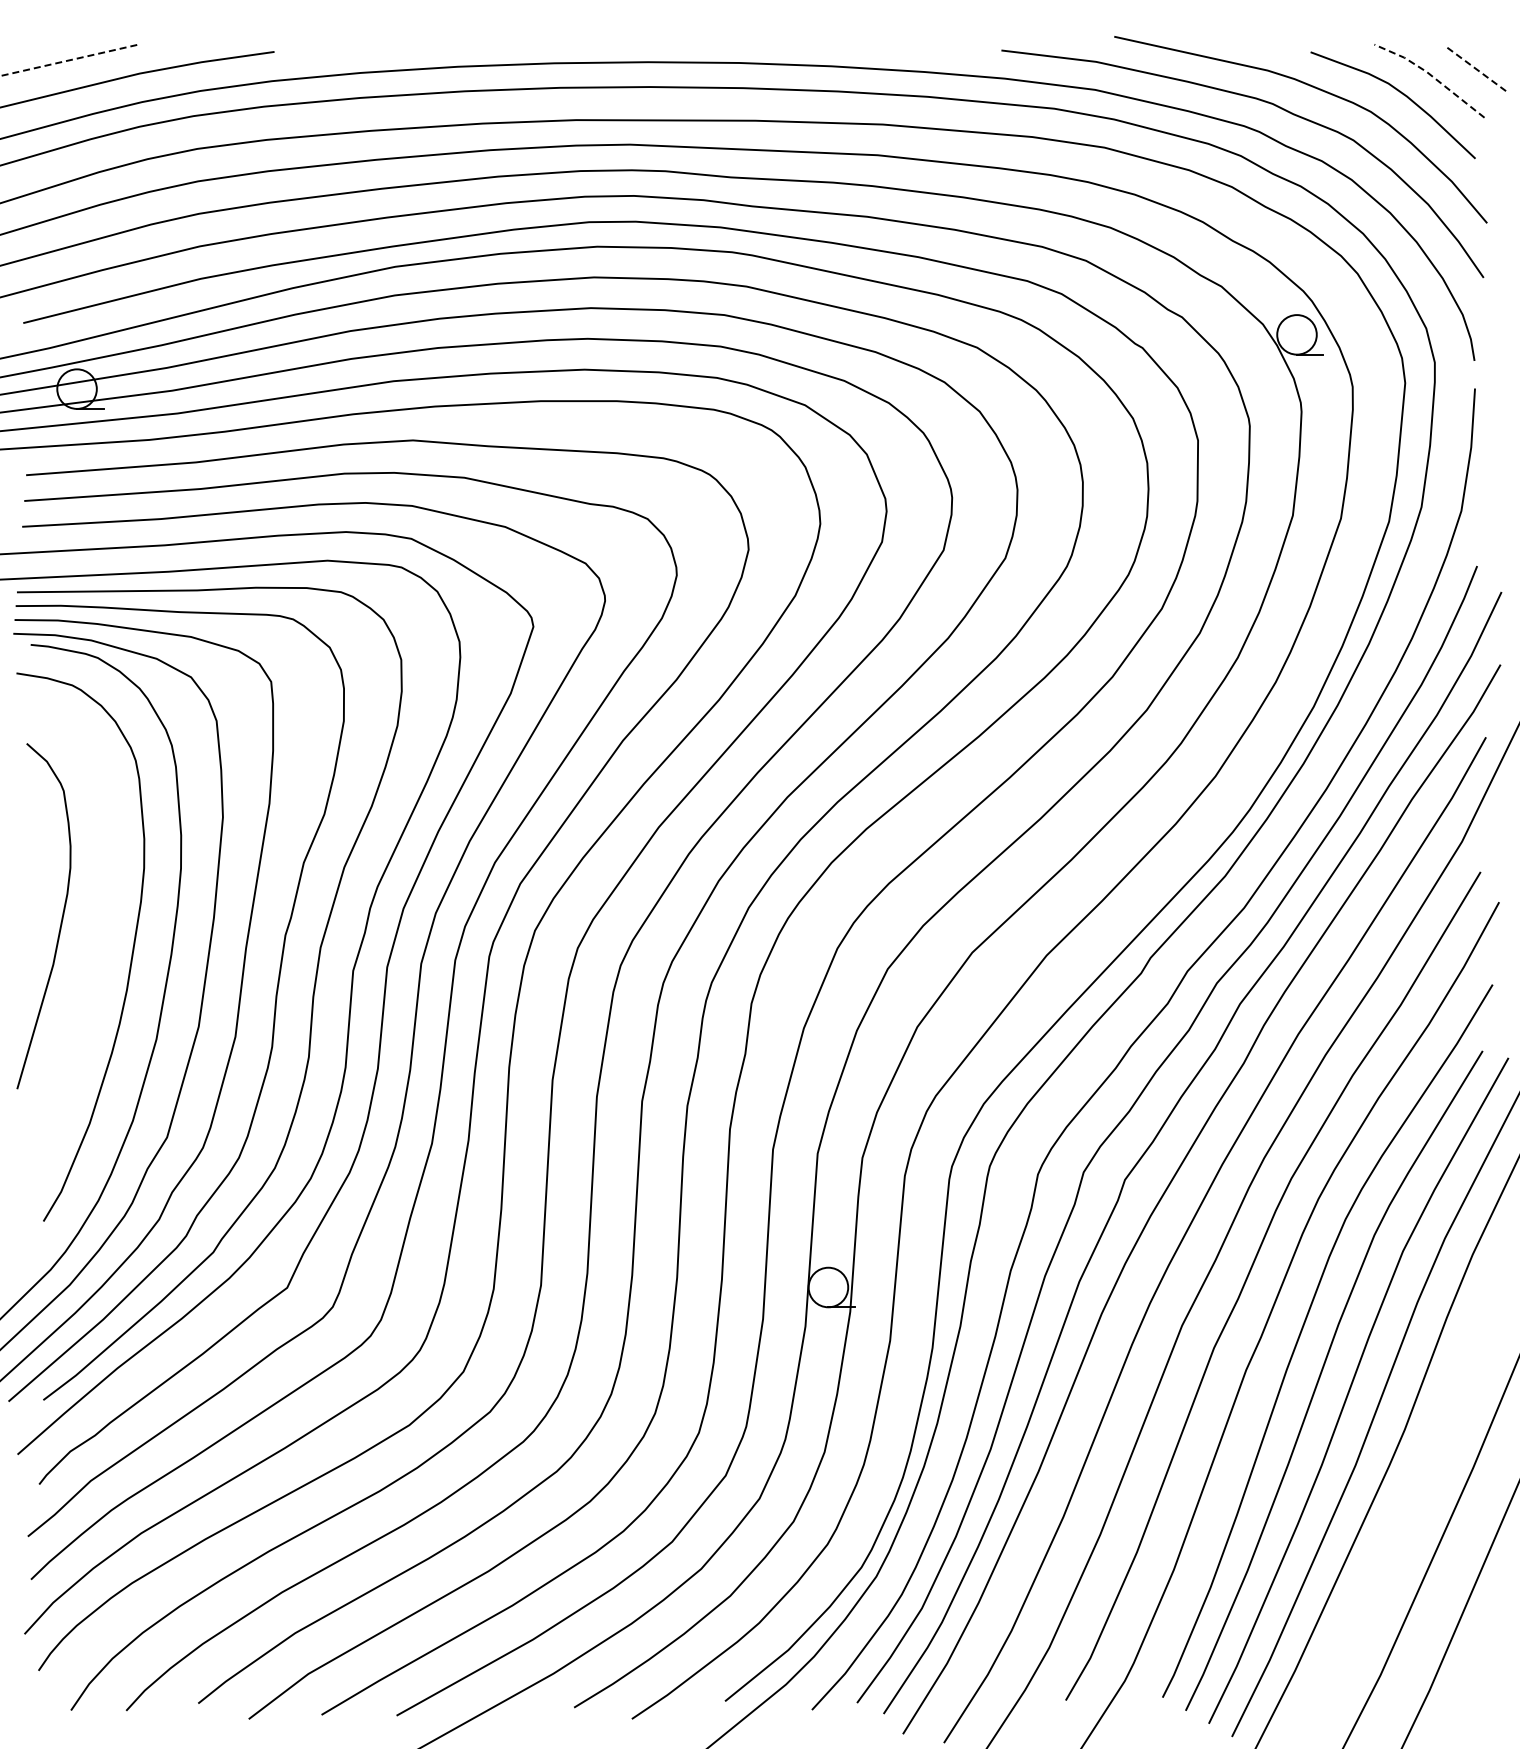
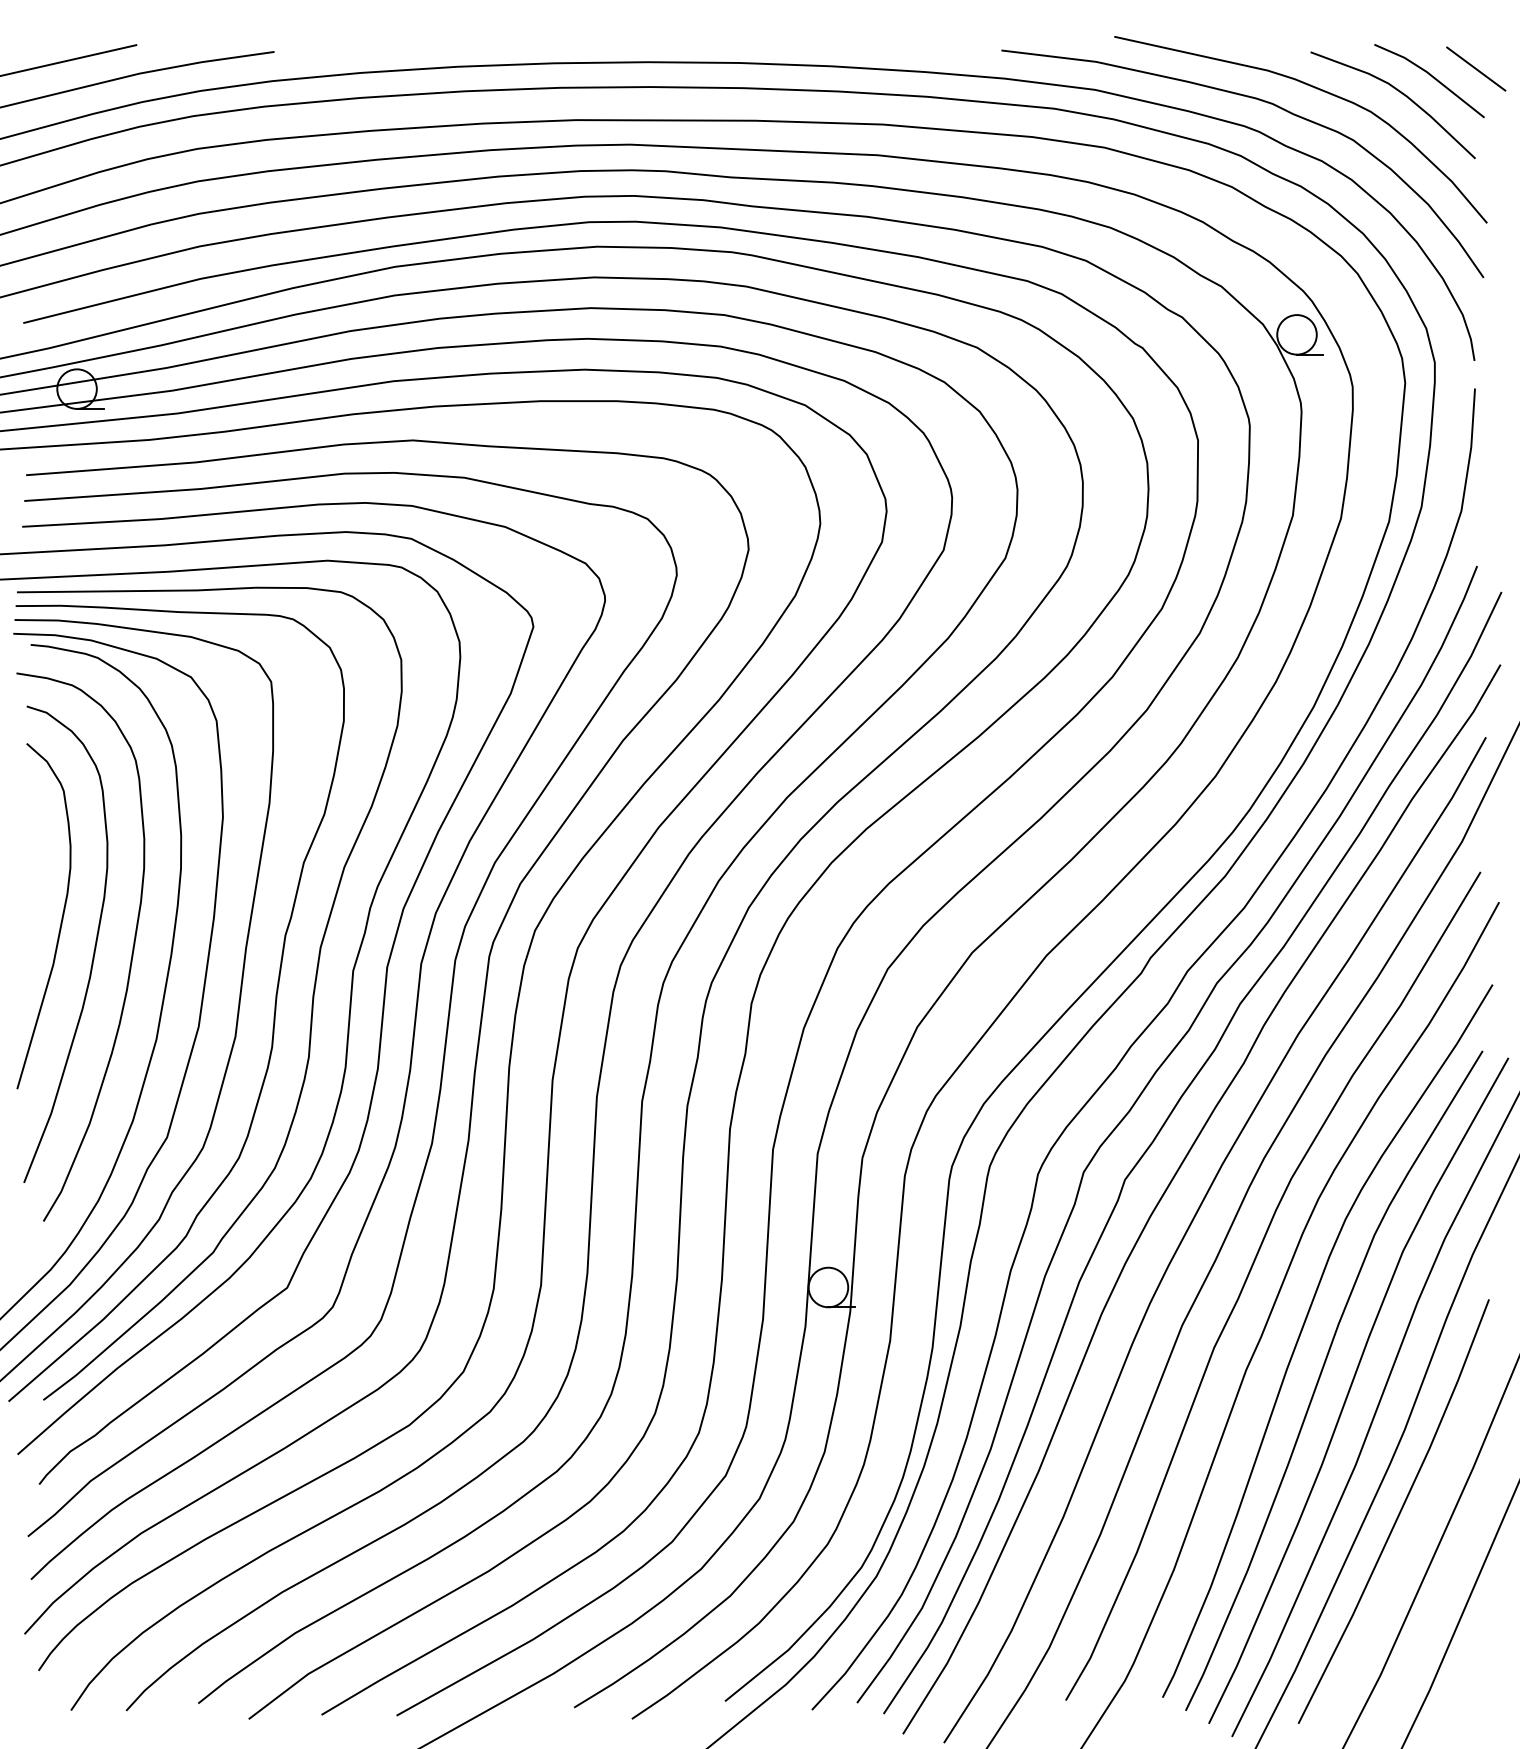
line at (68, 60): dashed -> solid
line at (1475, 68): dashed -> solid
line at (1431, 75): dashed -> solid
curve at (94, 945): none -> present
line at (1398, 1513): none -> present
